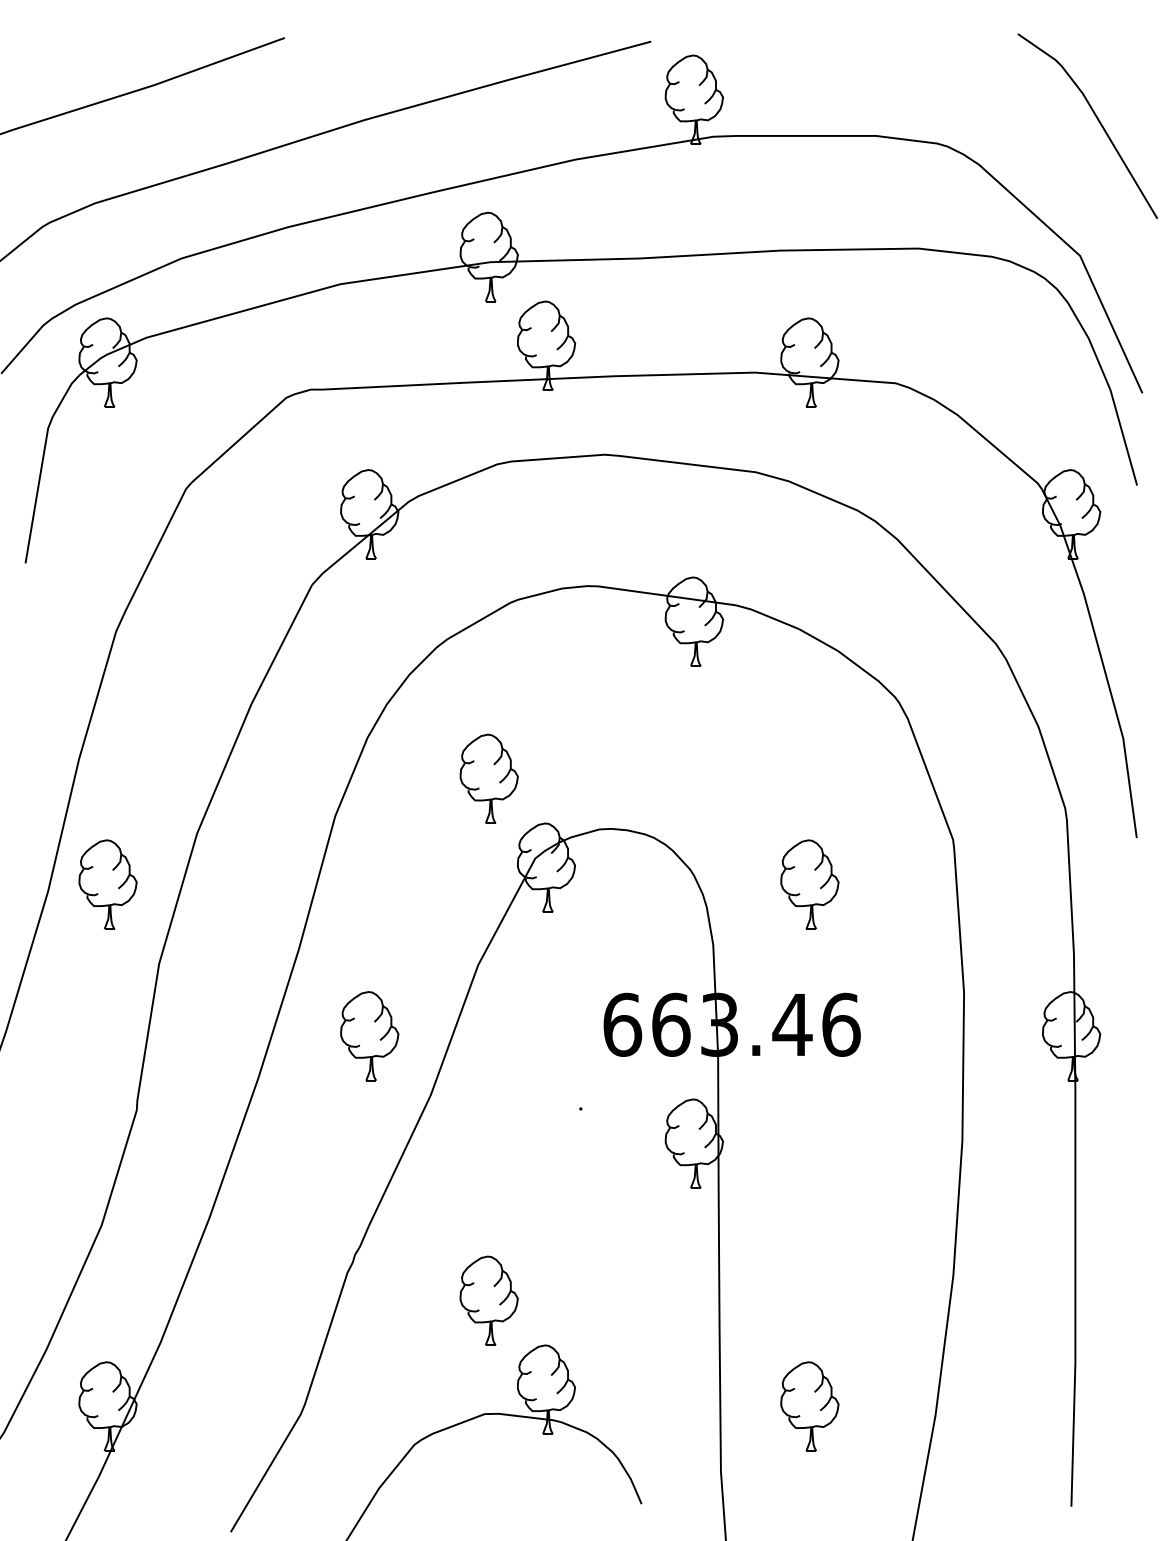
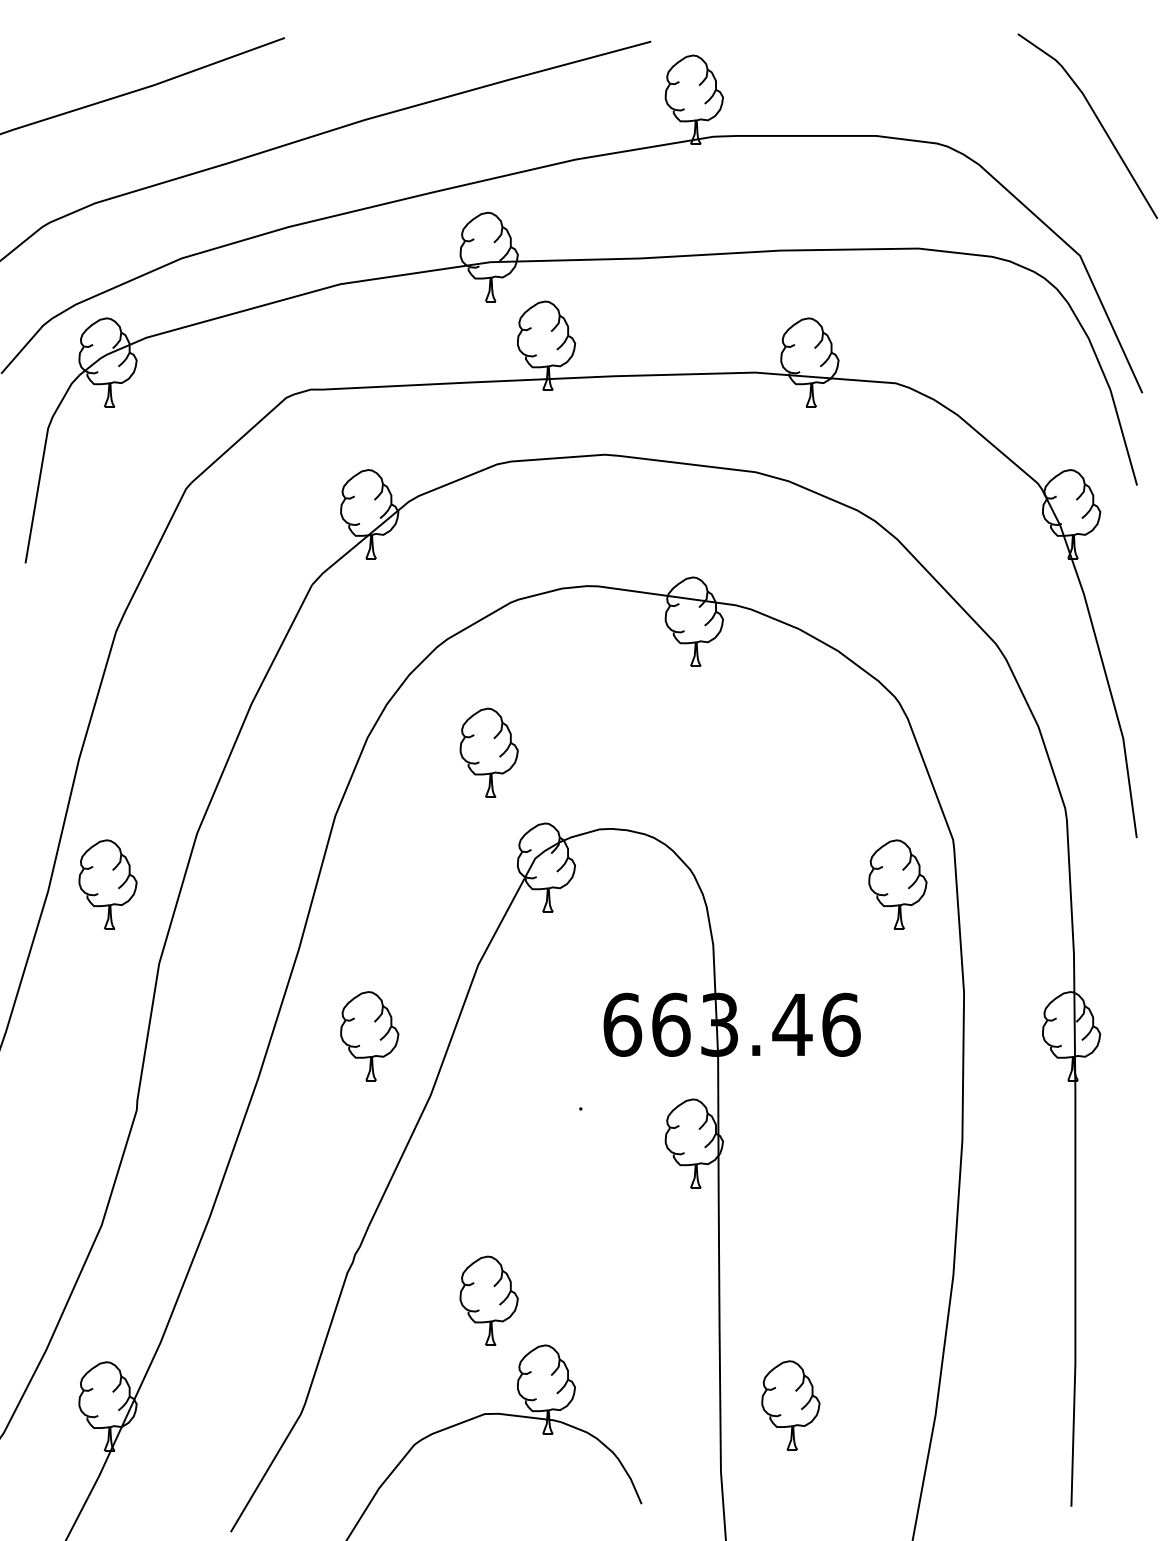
part at (488, 778) position: (488, 778) -> (488, 752)
part at (809, 884) position: (809, 884) -> (897, 884)
part at (809, 1406) position: (809, 1406) -> (790, 1405)
